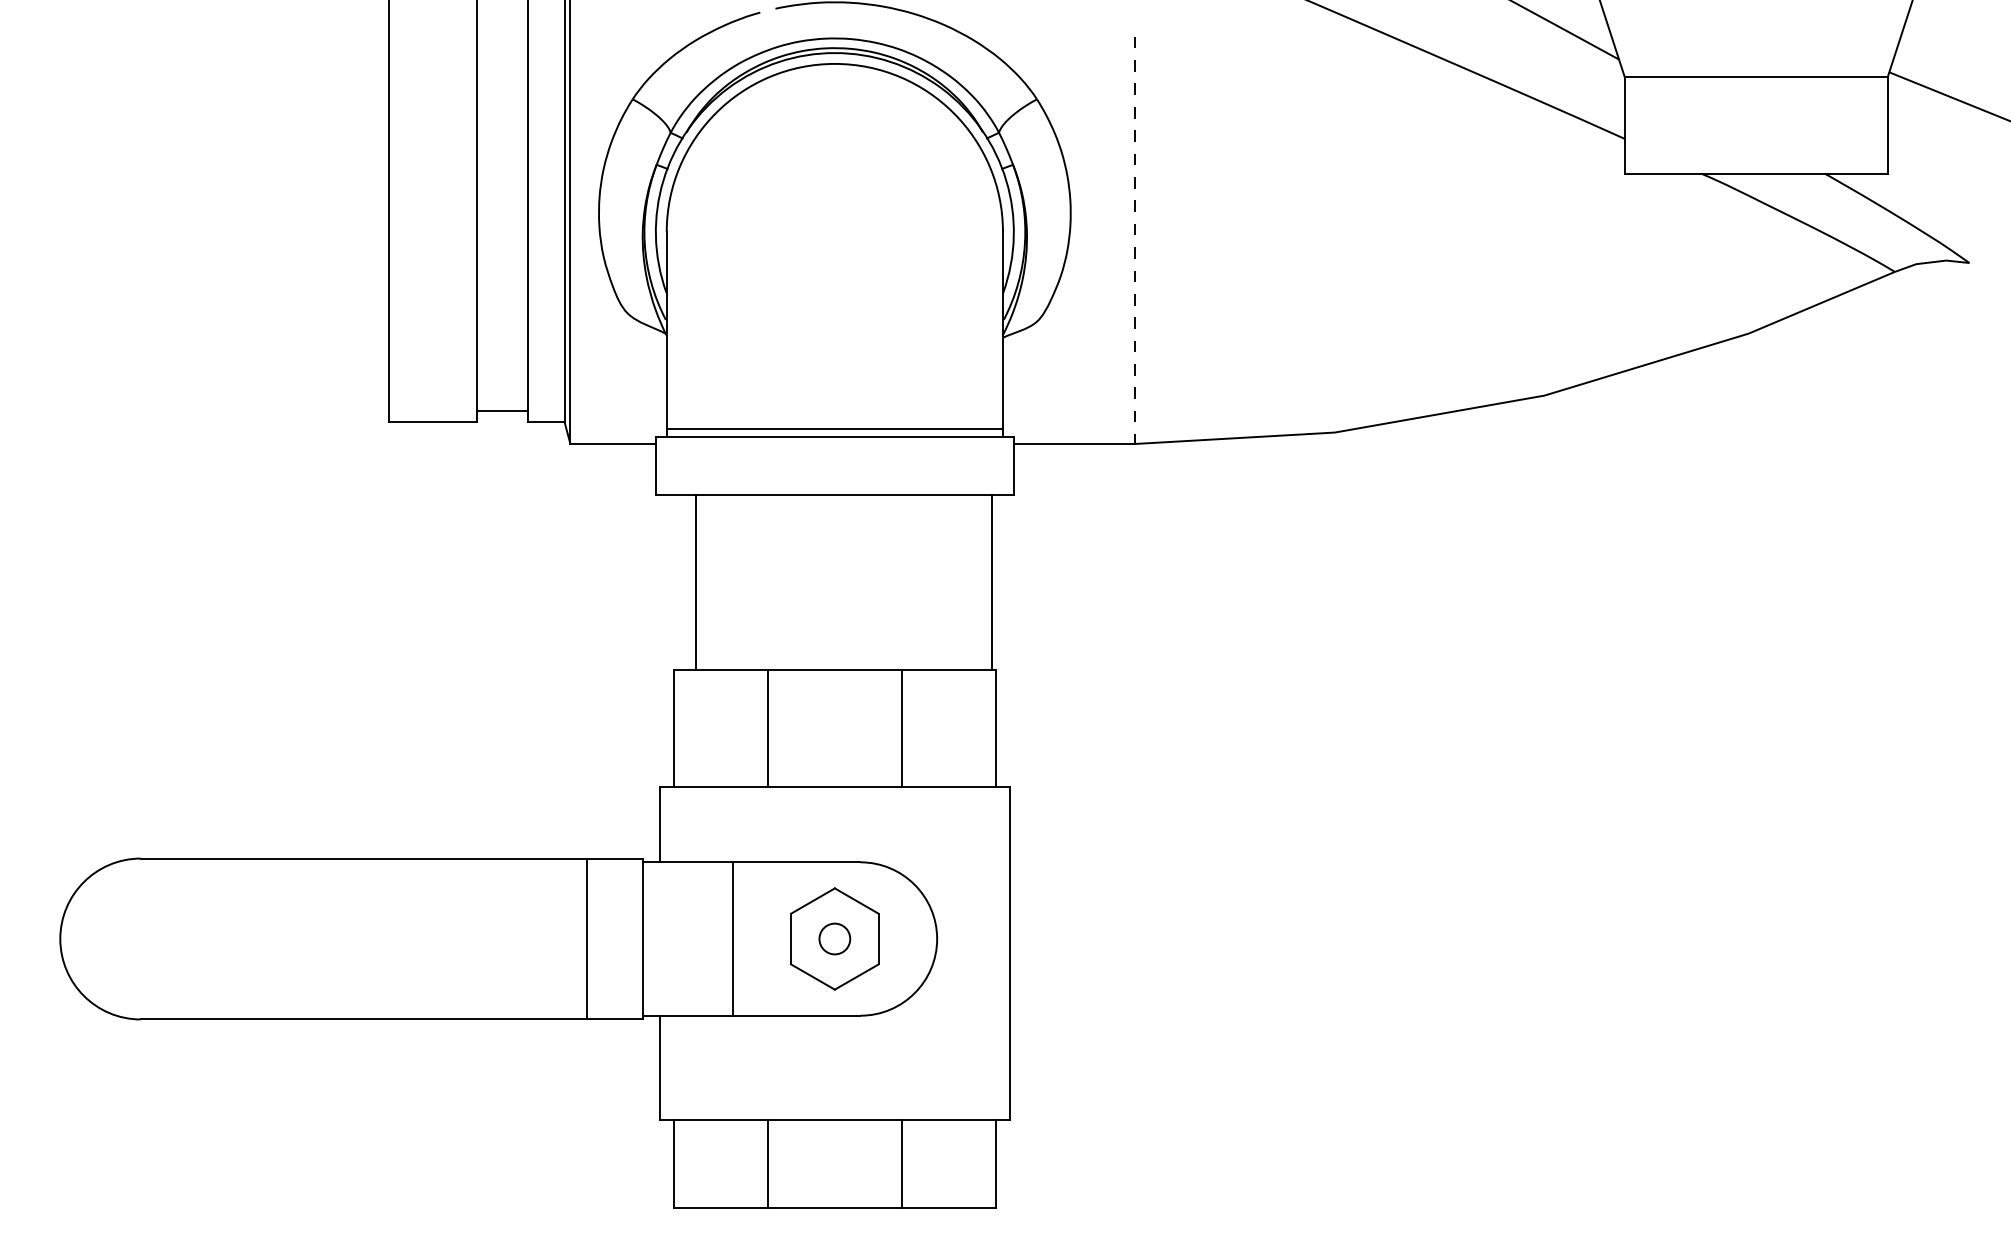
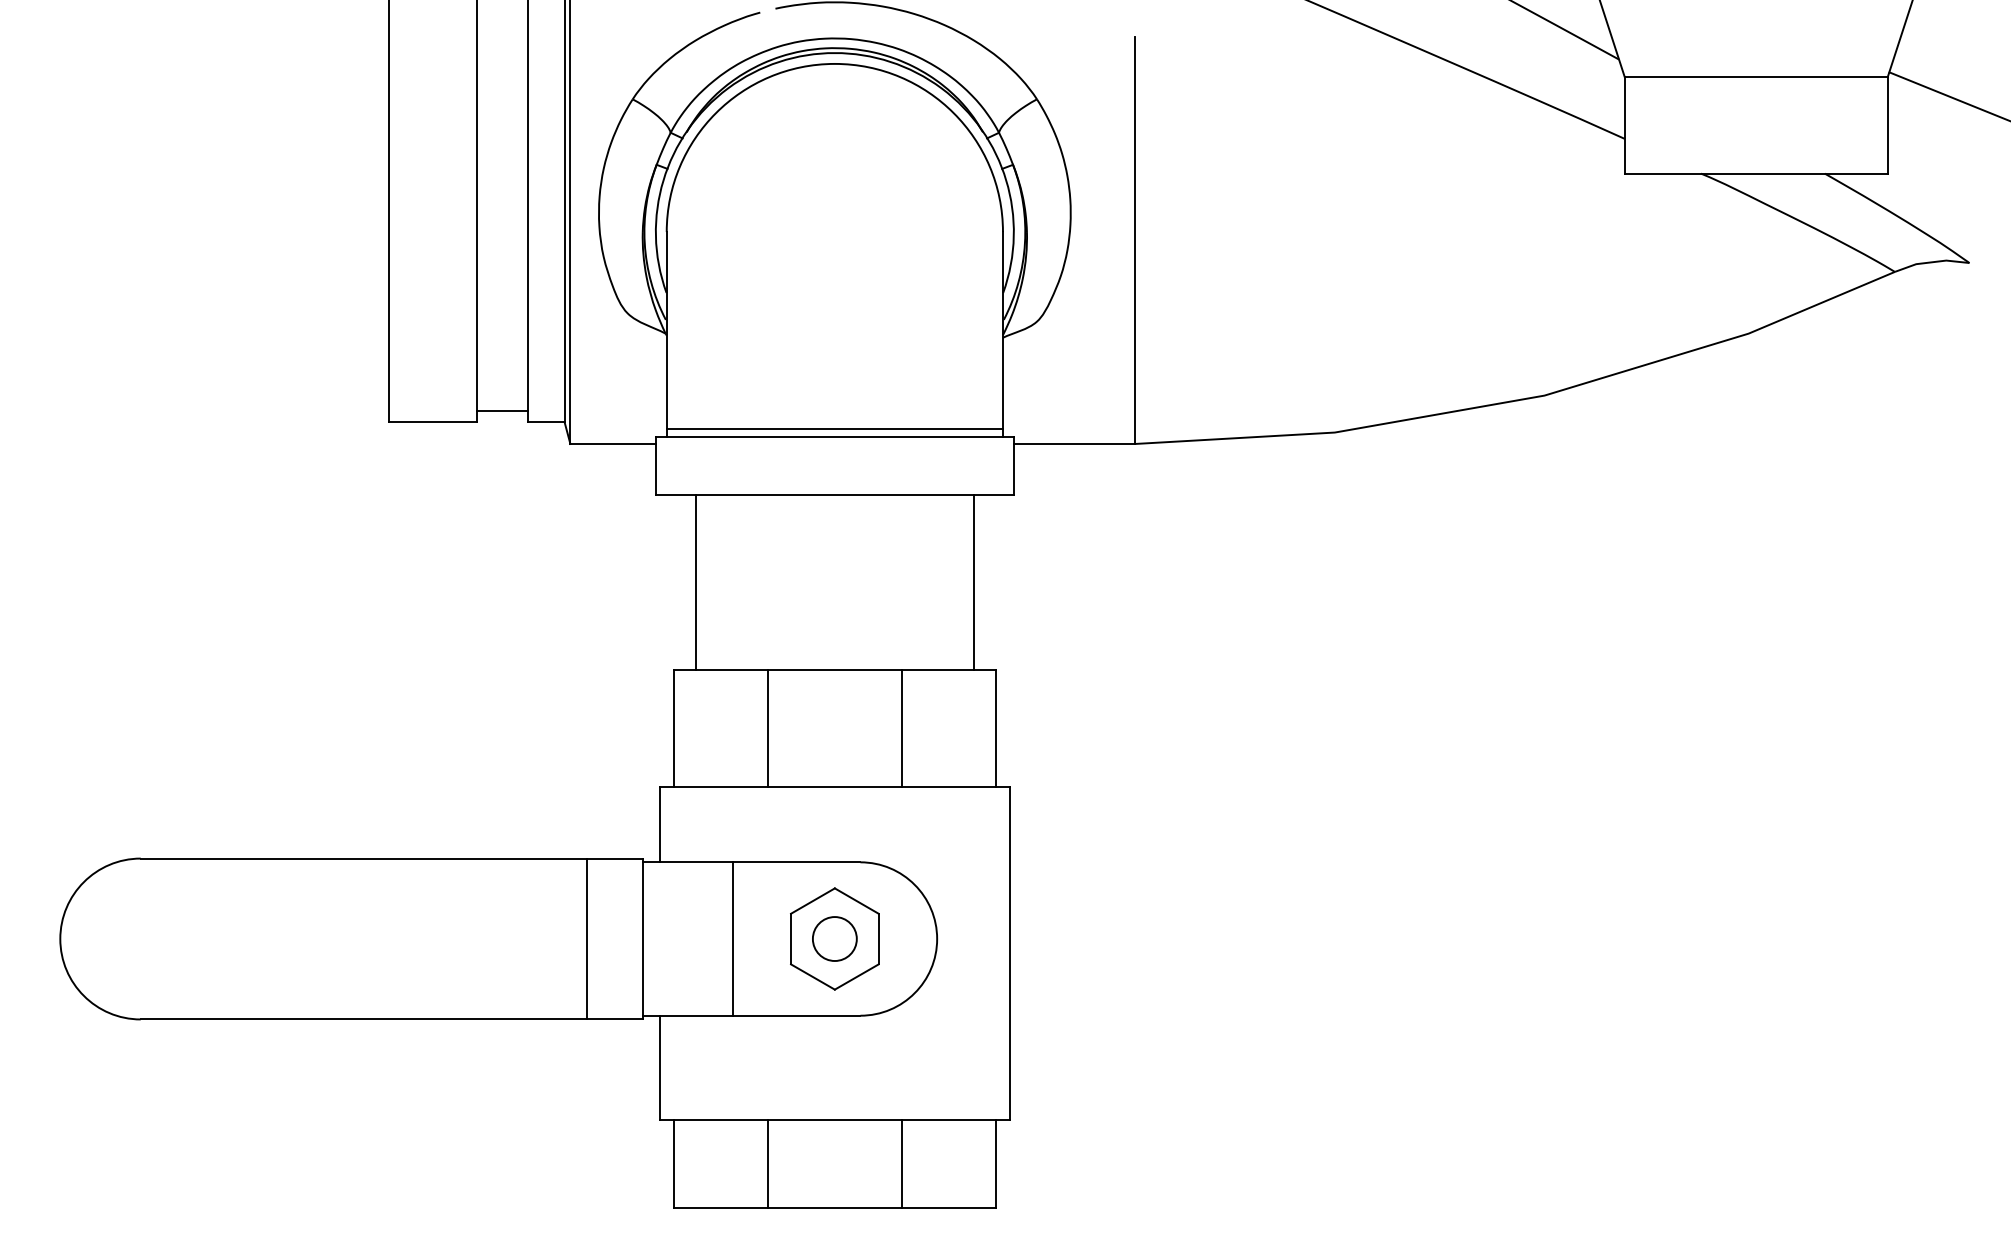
line at (1134, 240): dashed -> solid
line at (991, 582) position: (991, 582) -> (973, 582)
circle at (834, 938) diameter: 31 px -> 44 px
